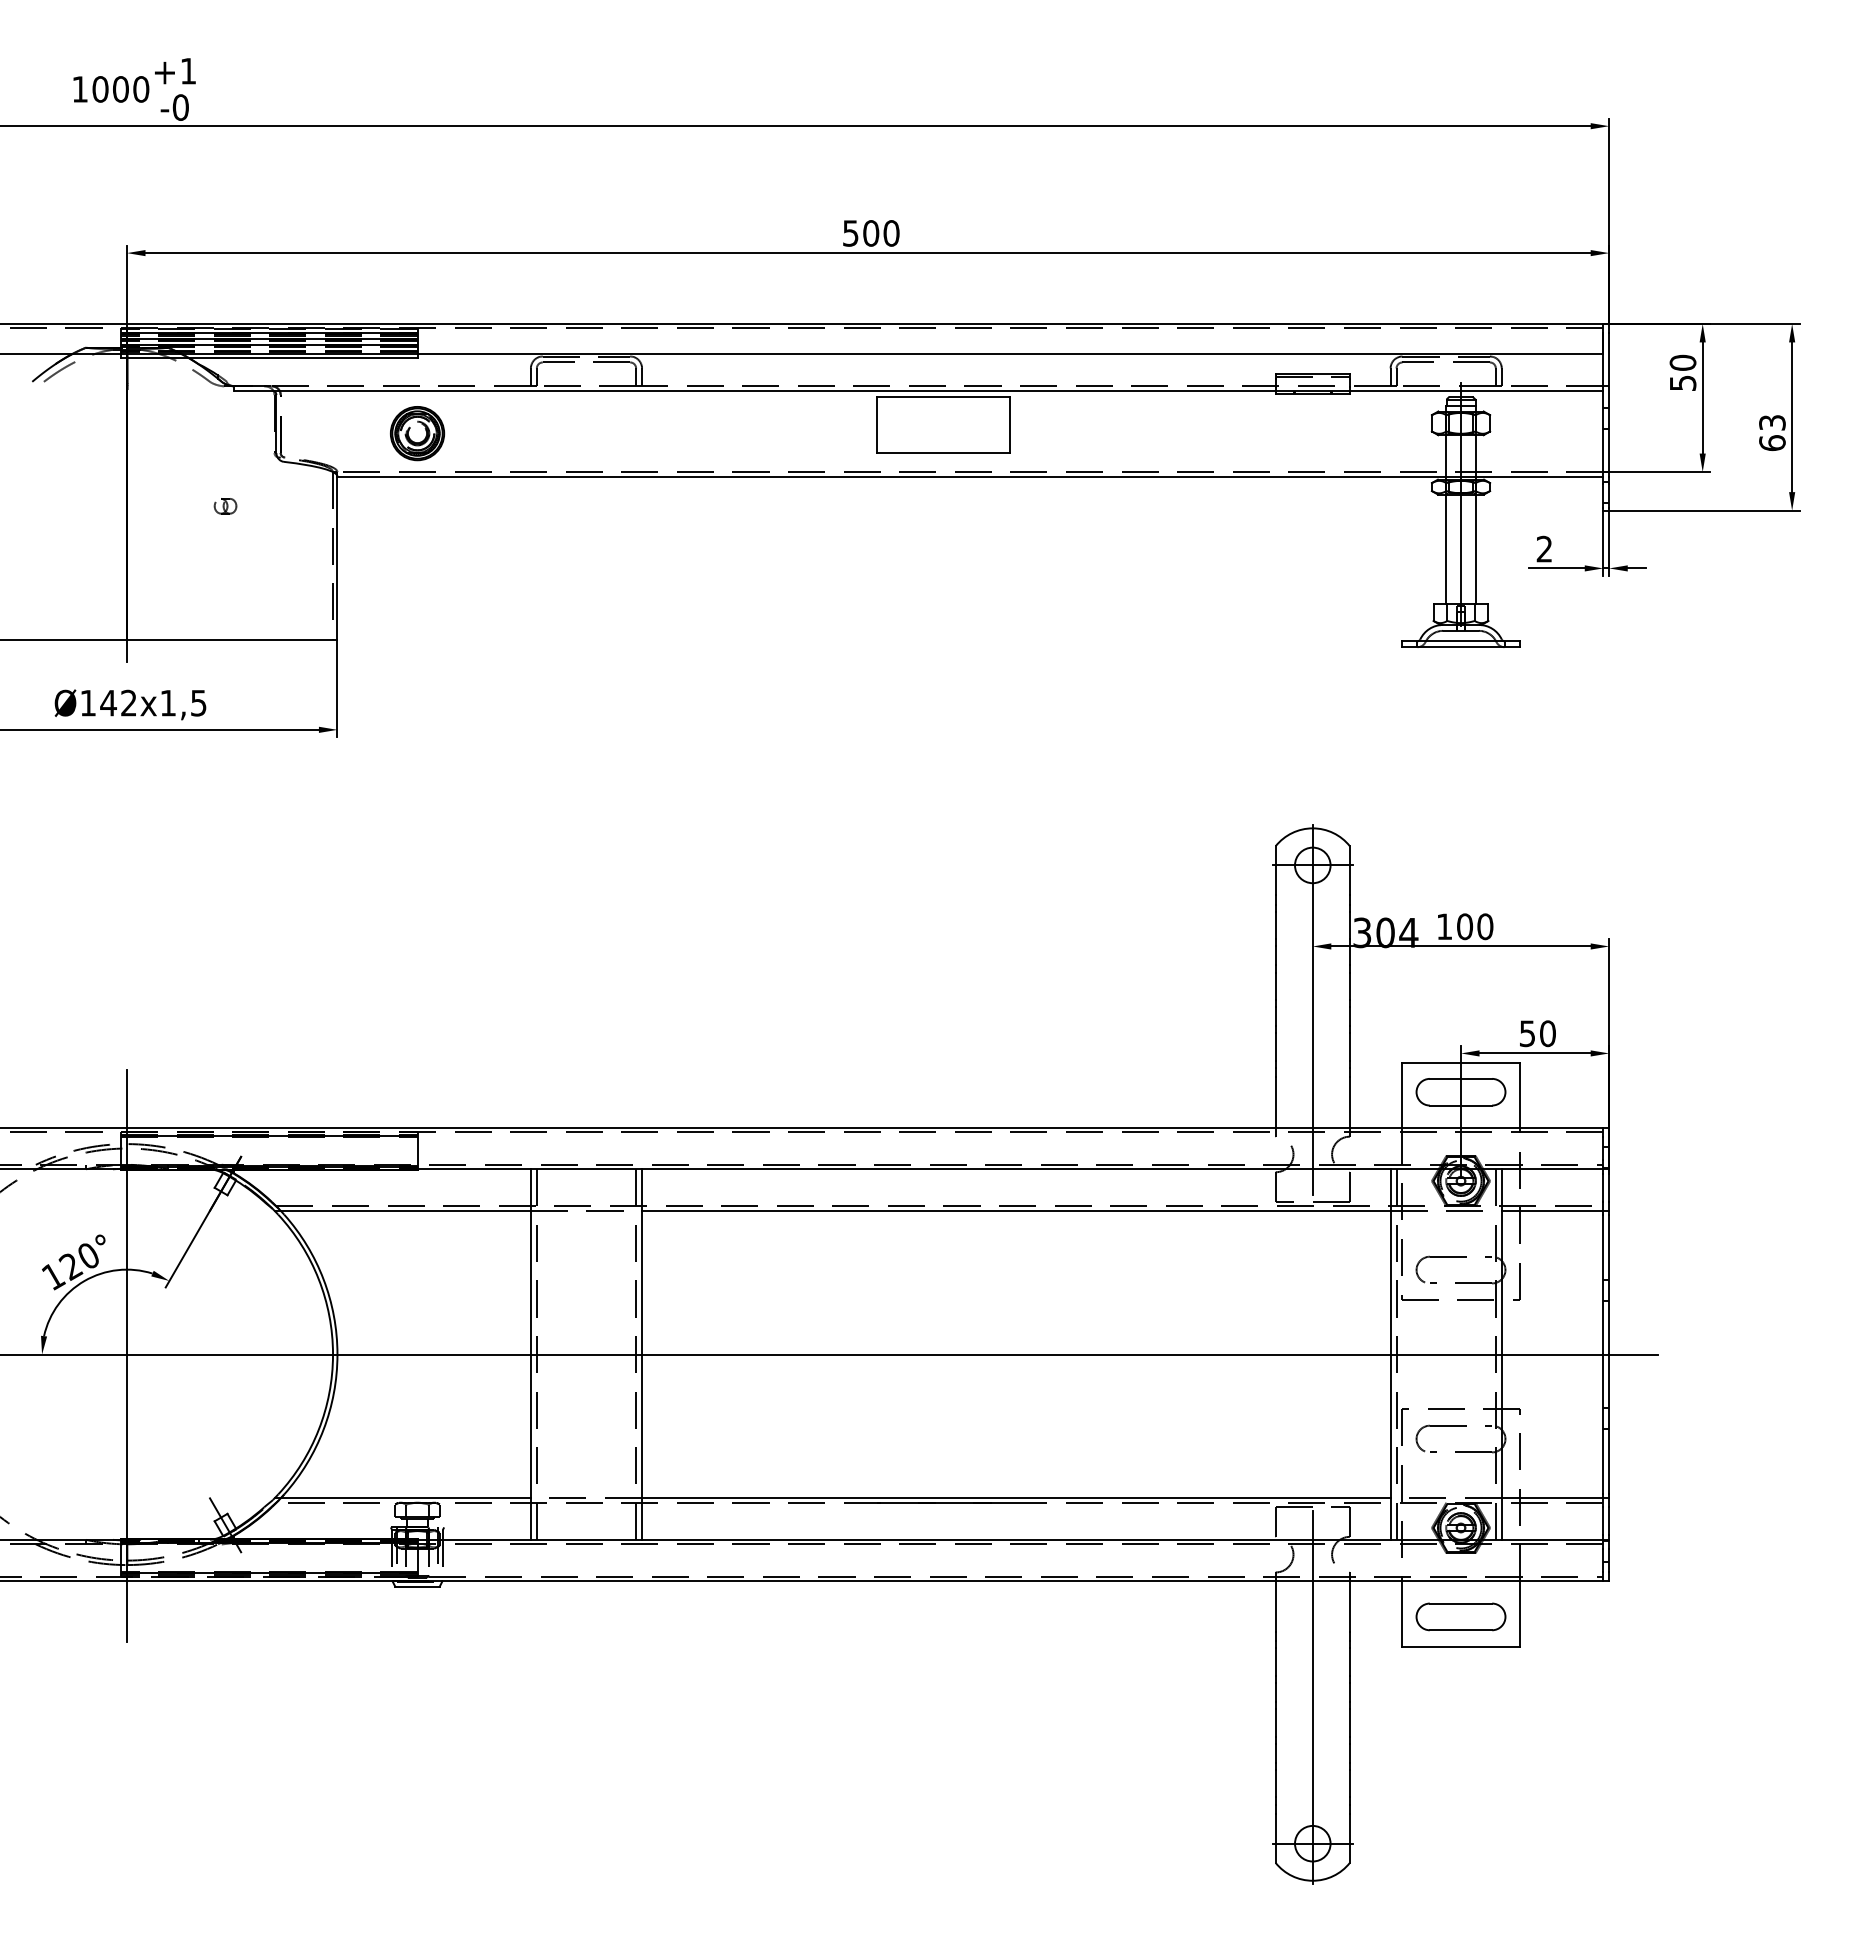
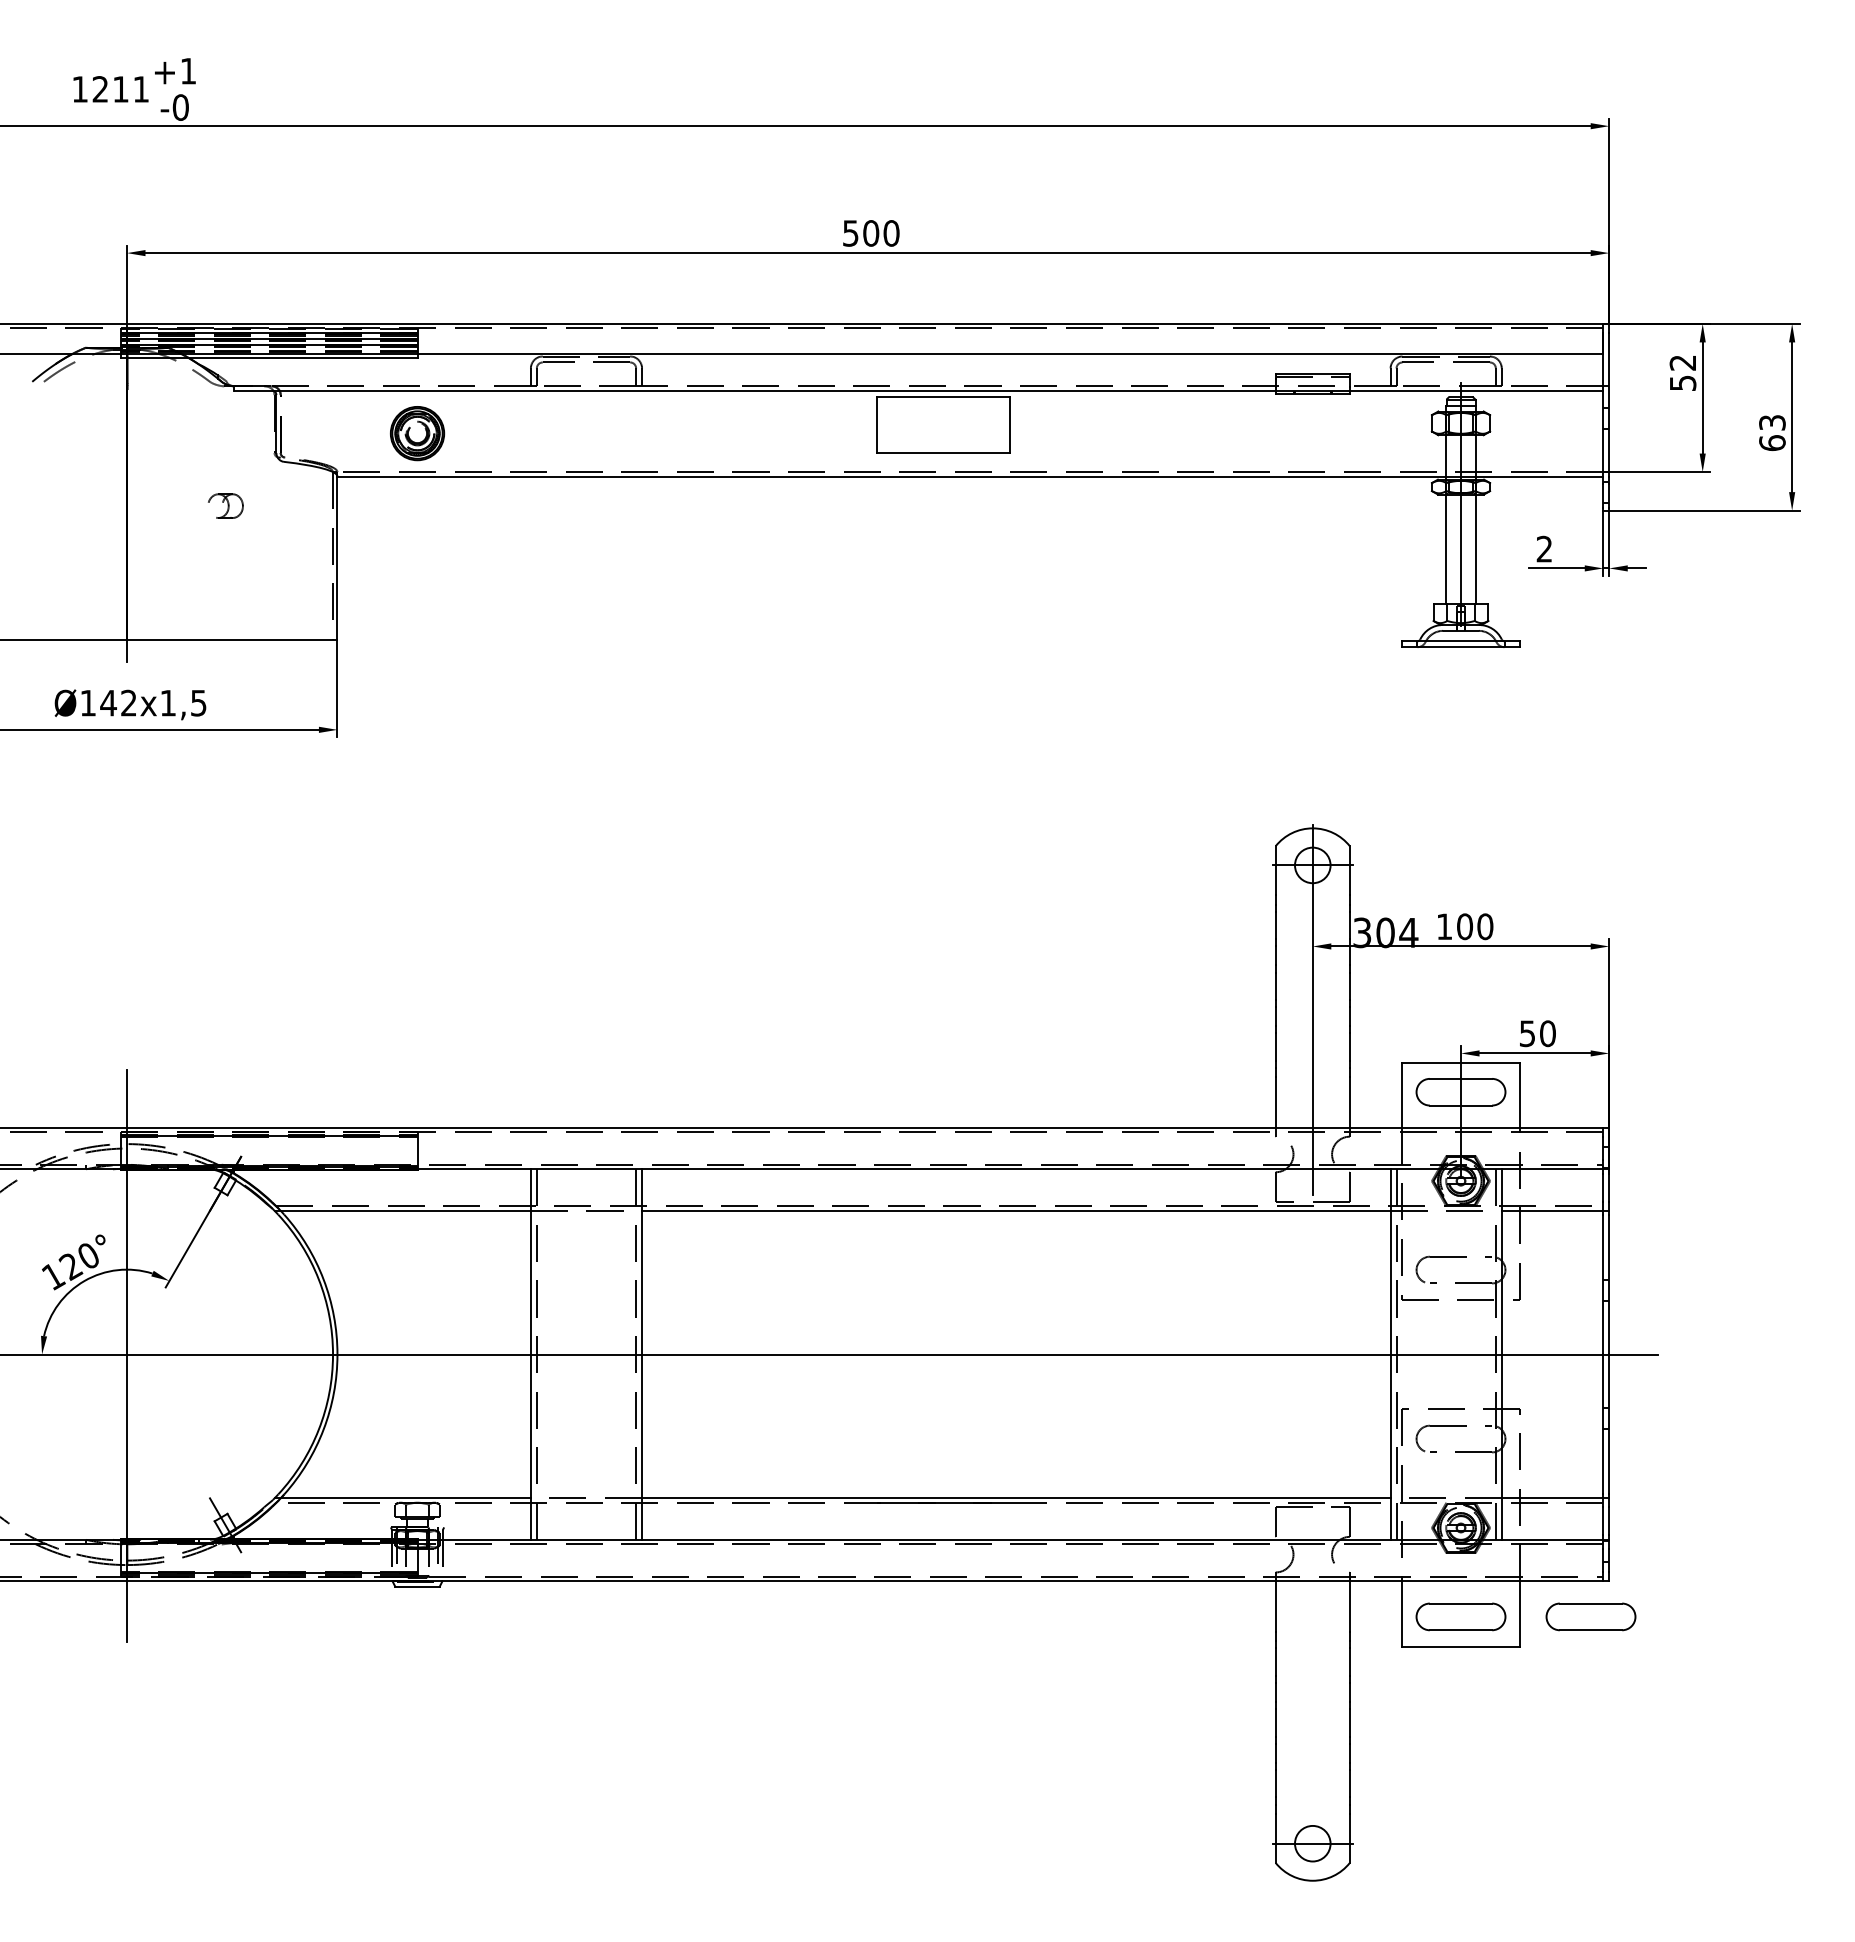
text at (120, 89): 1000 -> 1211
text at (1682, 362): 50 -> 52
part at (225, 506) size: 25x17 px -> 36x26 px
part at (1590, 1616): none -> present
line at (1312, 1696): present -> none
